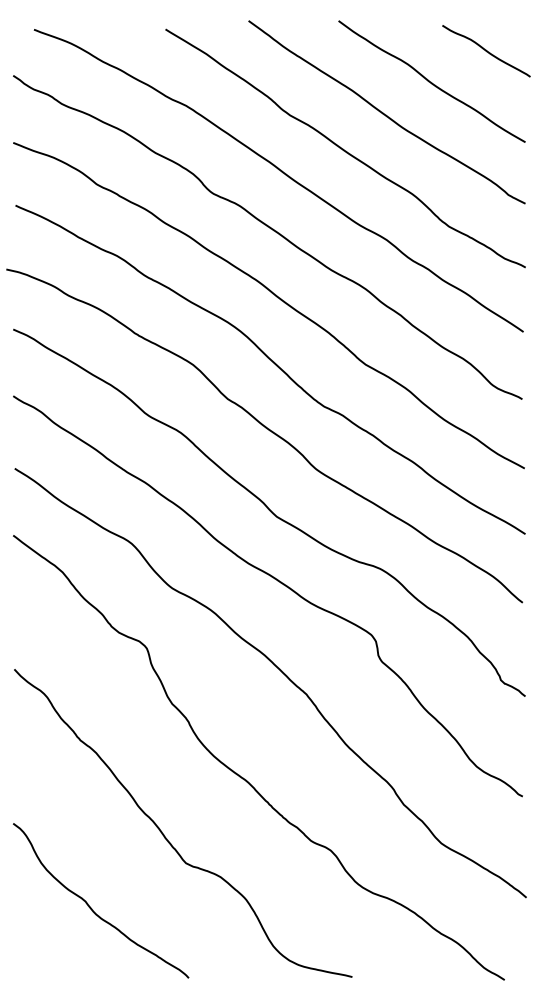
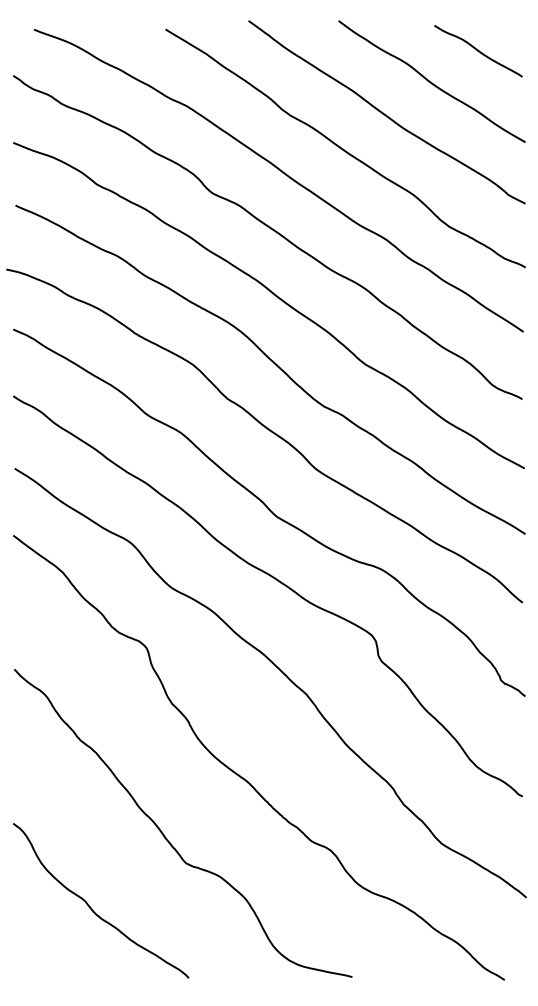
curve at (486, 51) position: (486, 51) -> (478, 51)
